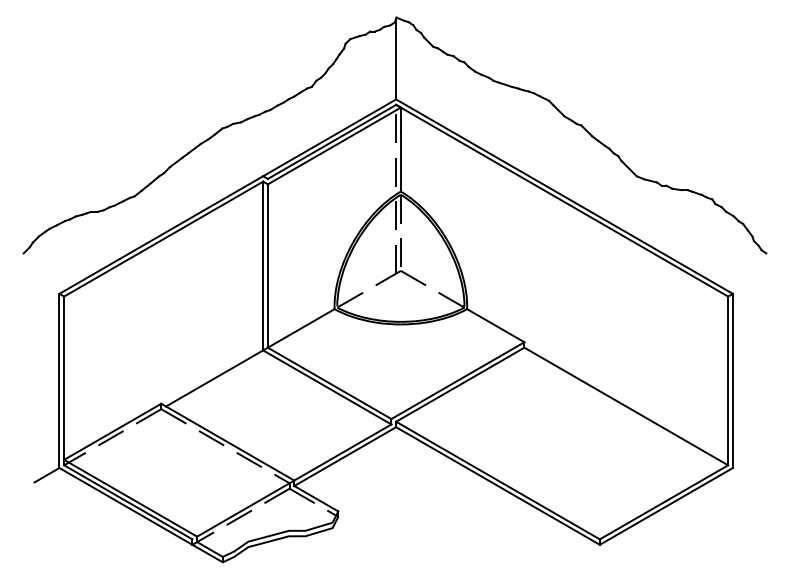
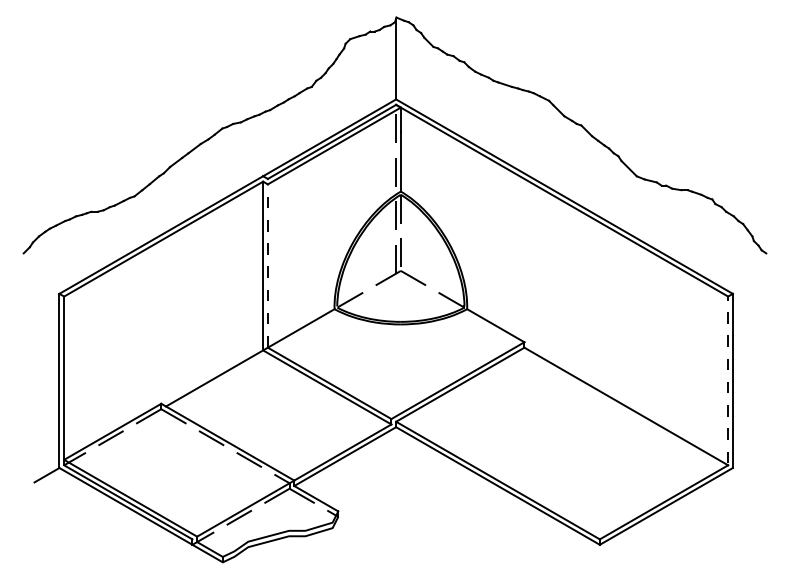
line at (267, 266): solid -> dashed
line at (728, 379): solid -> dashed
